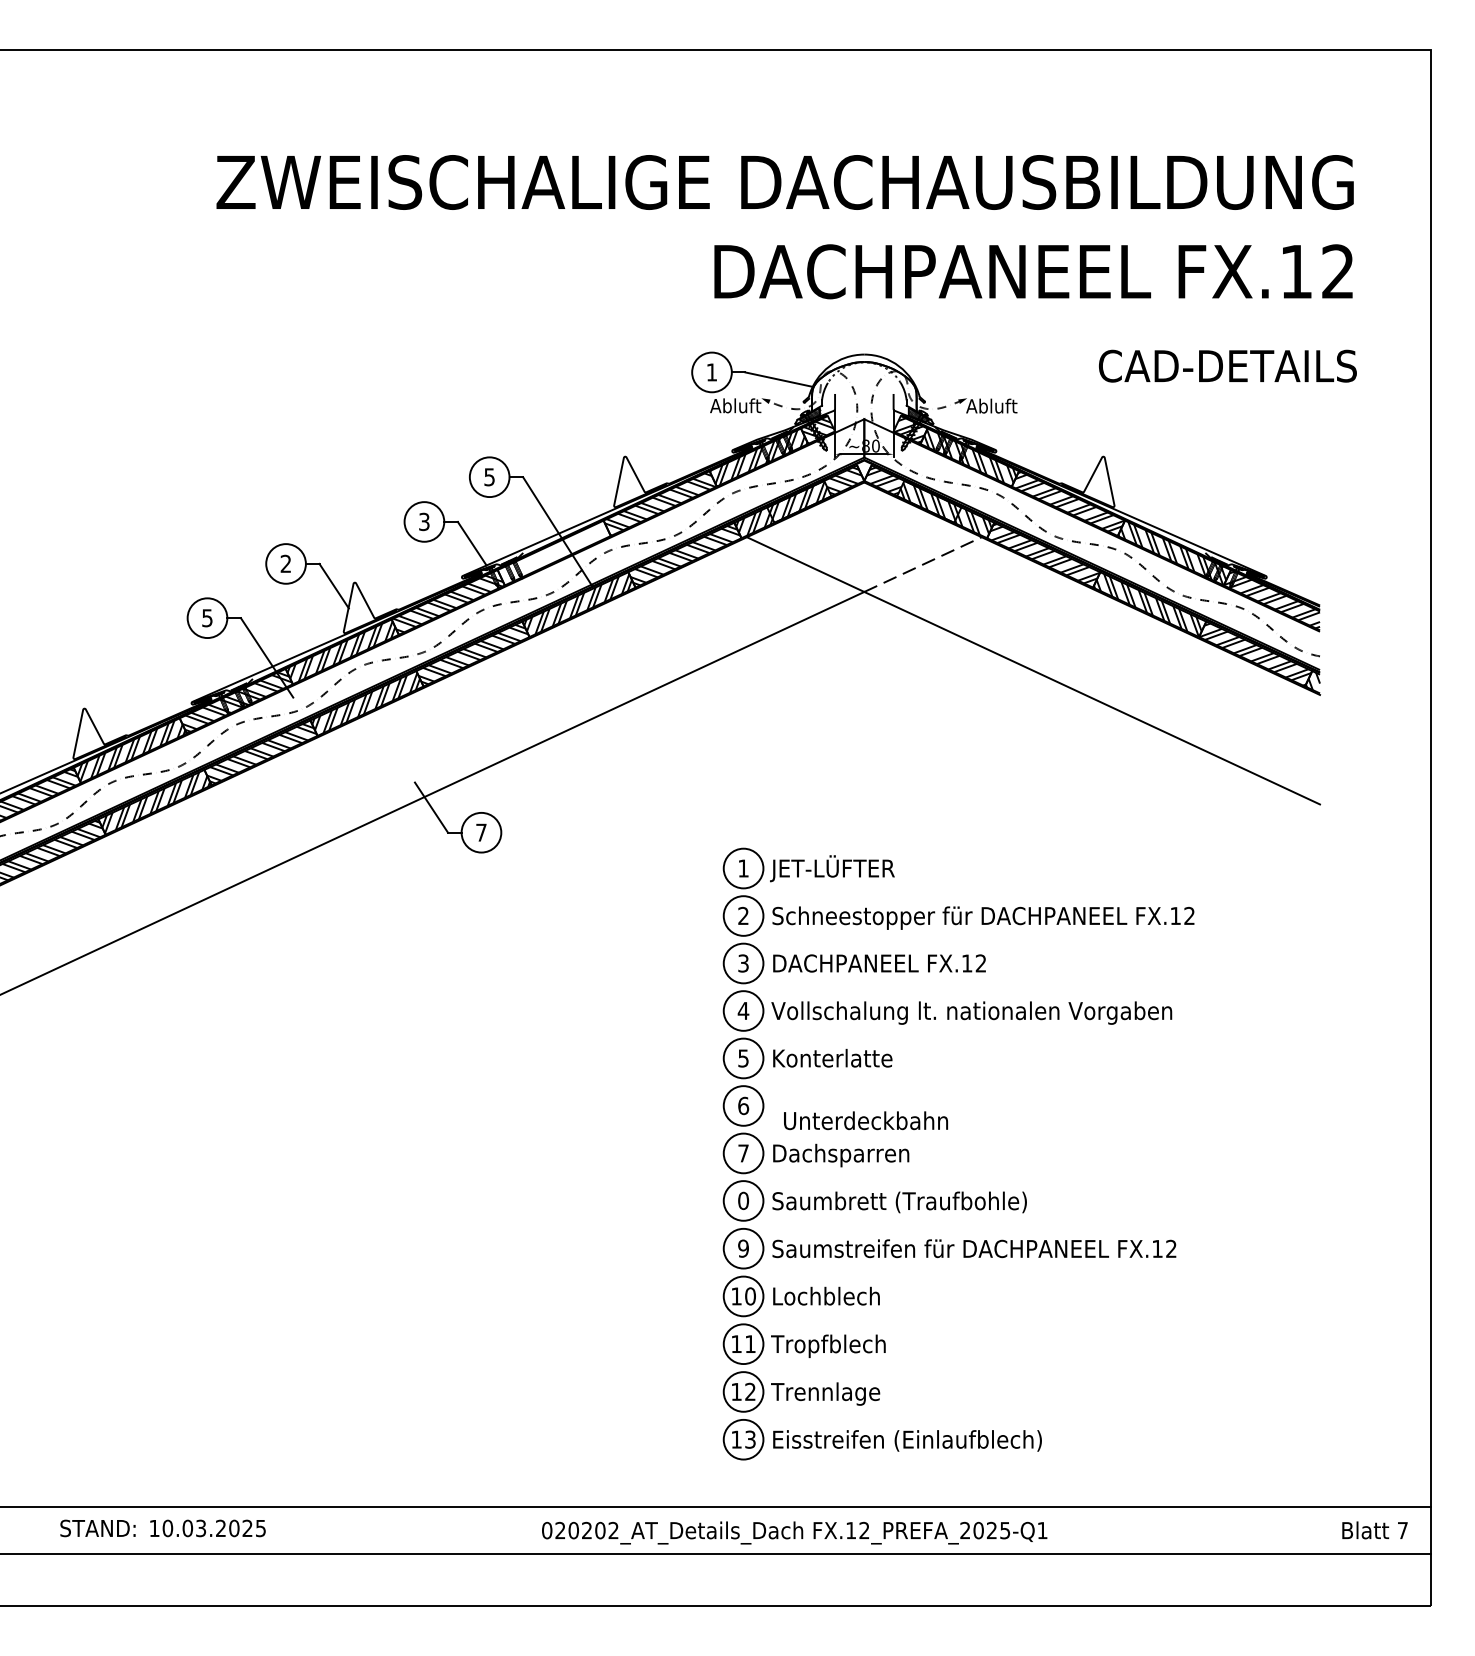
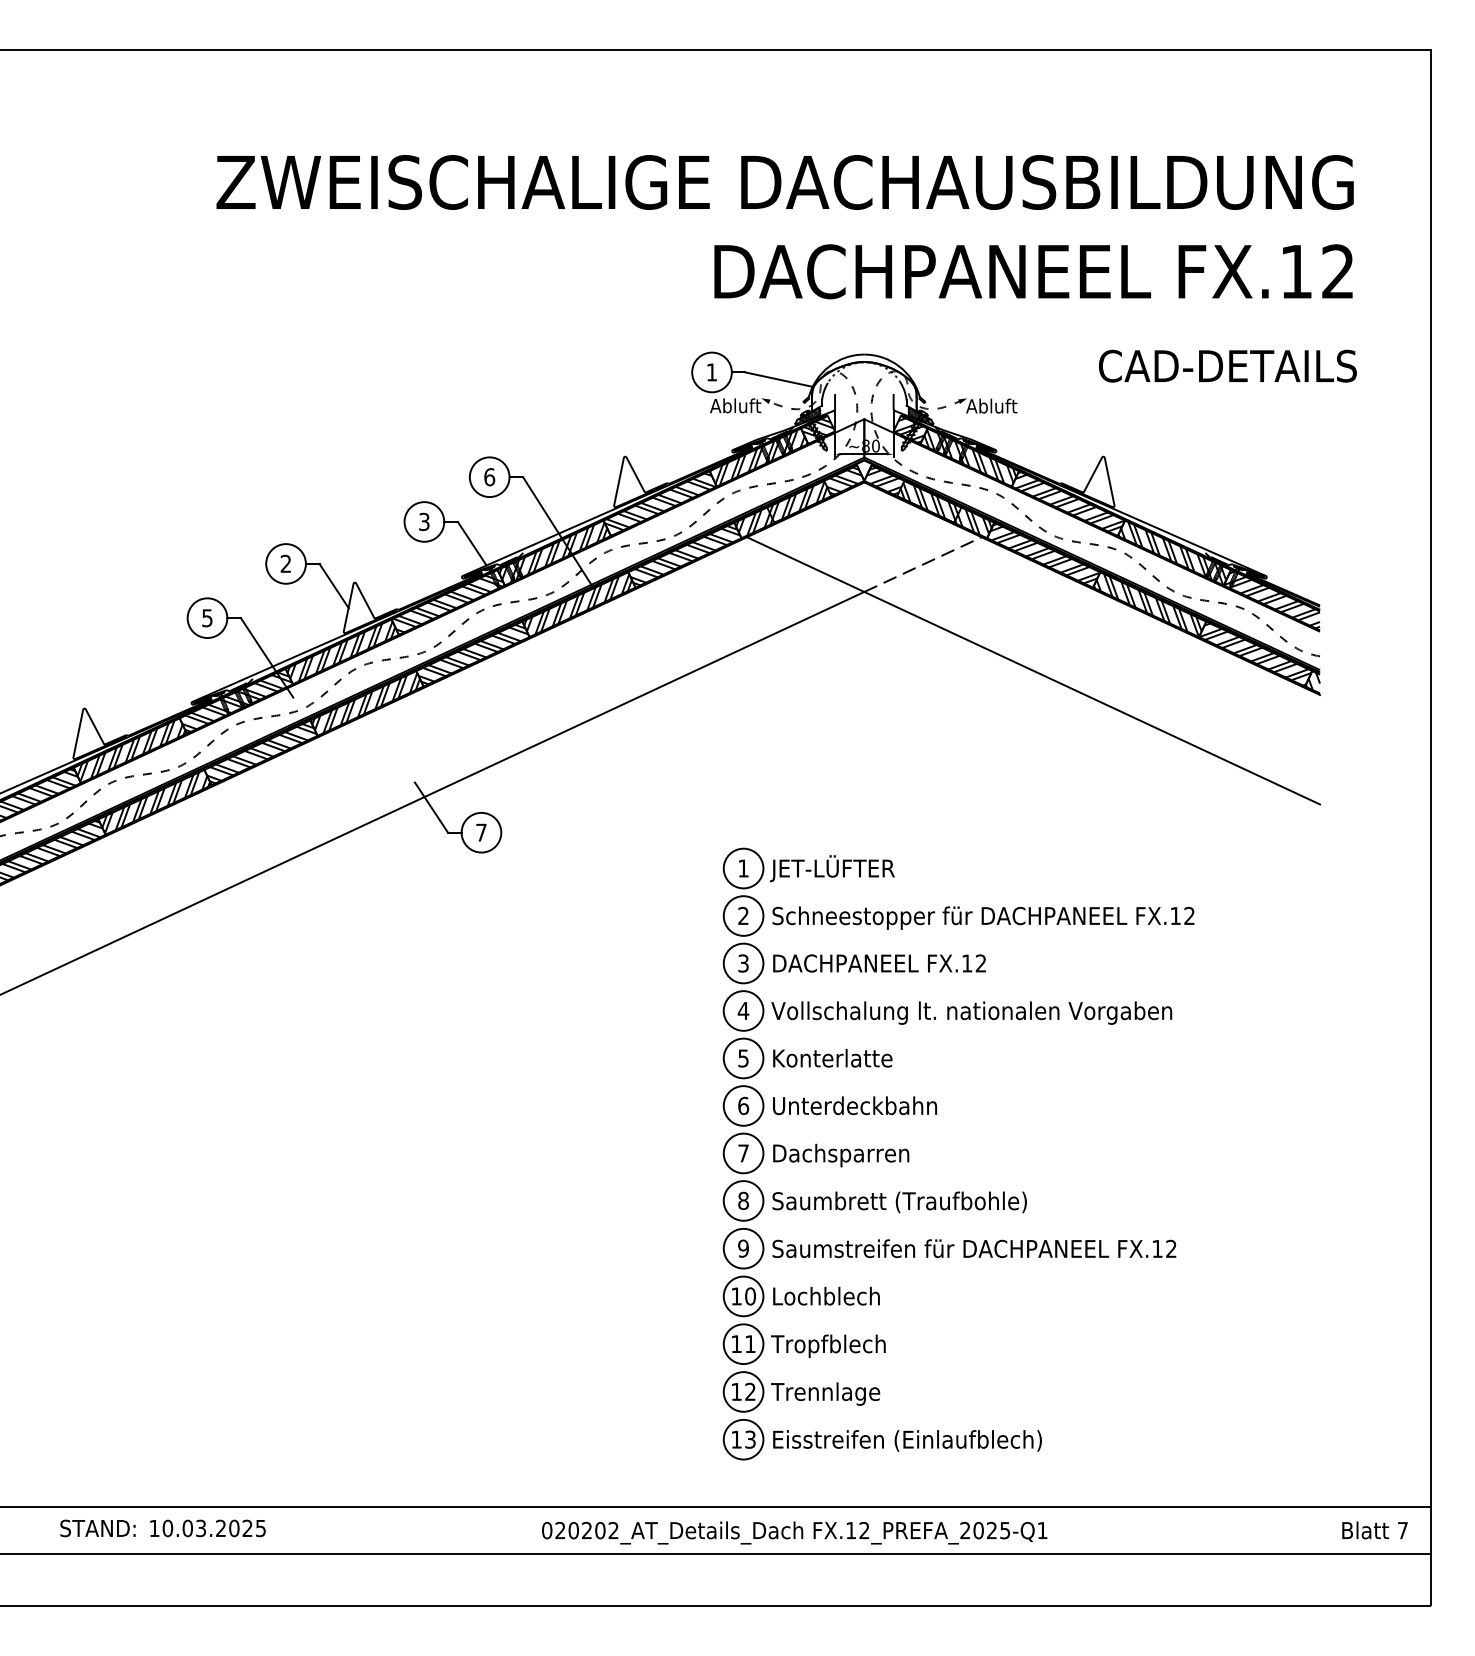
text at (489, 477): 5 -> 6
hatch at (553, 552): none -> present
text at (865, 1120) position: (865, 1120) -> (854, 1105)
text at (743, 1200): 0 -> 8
